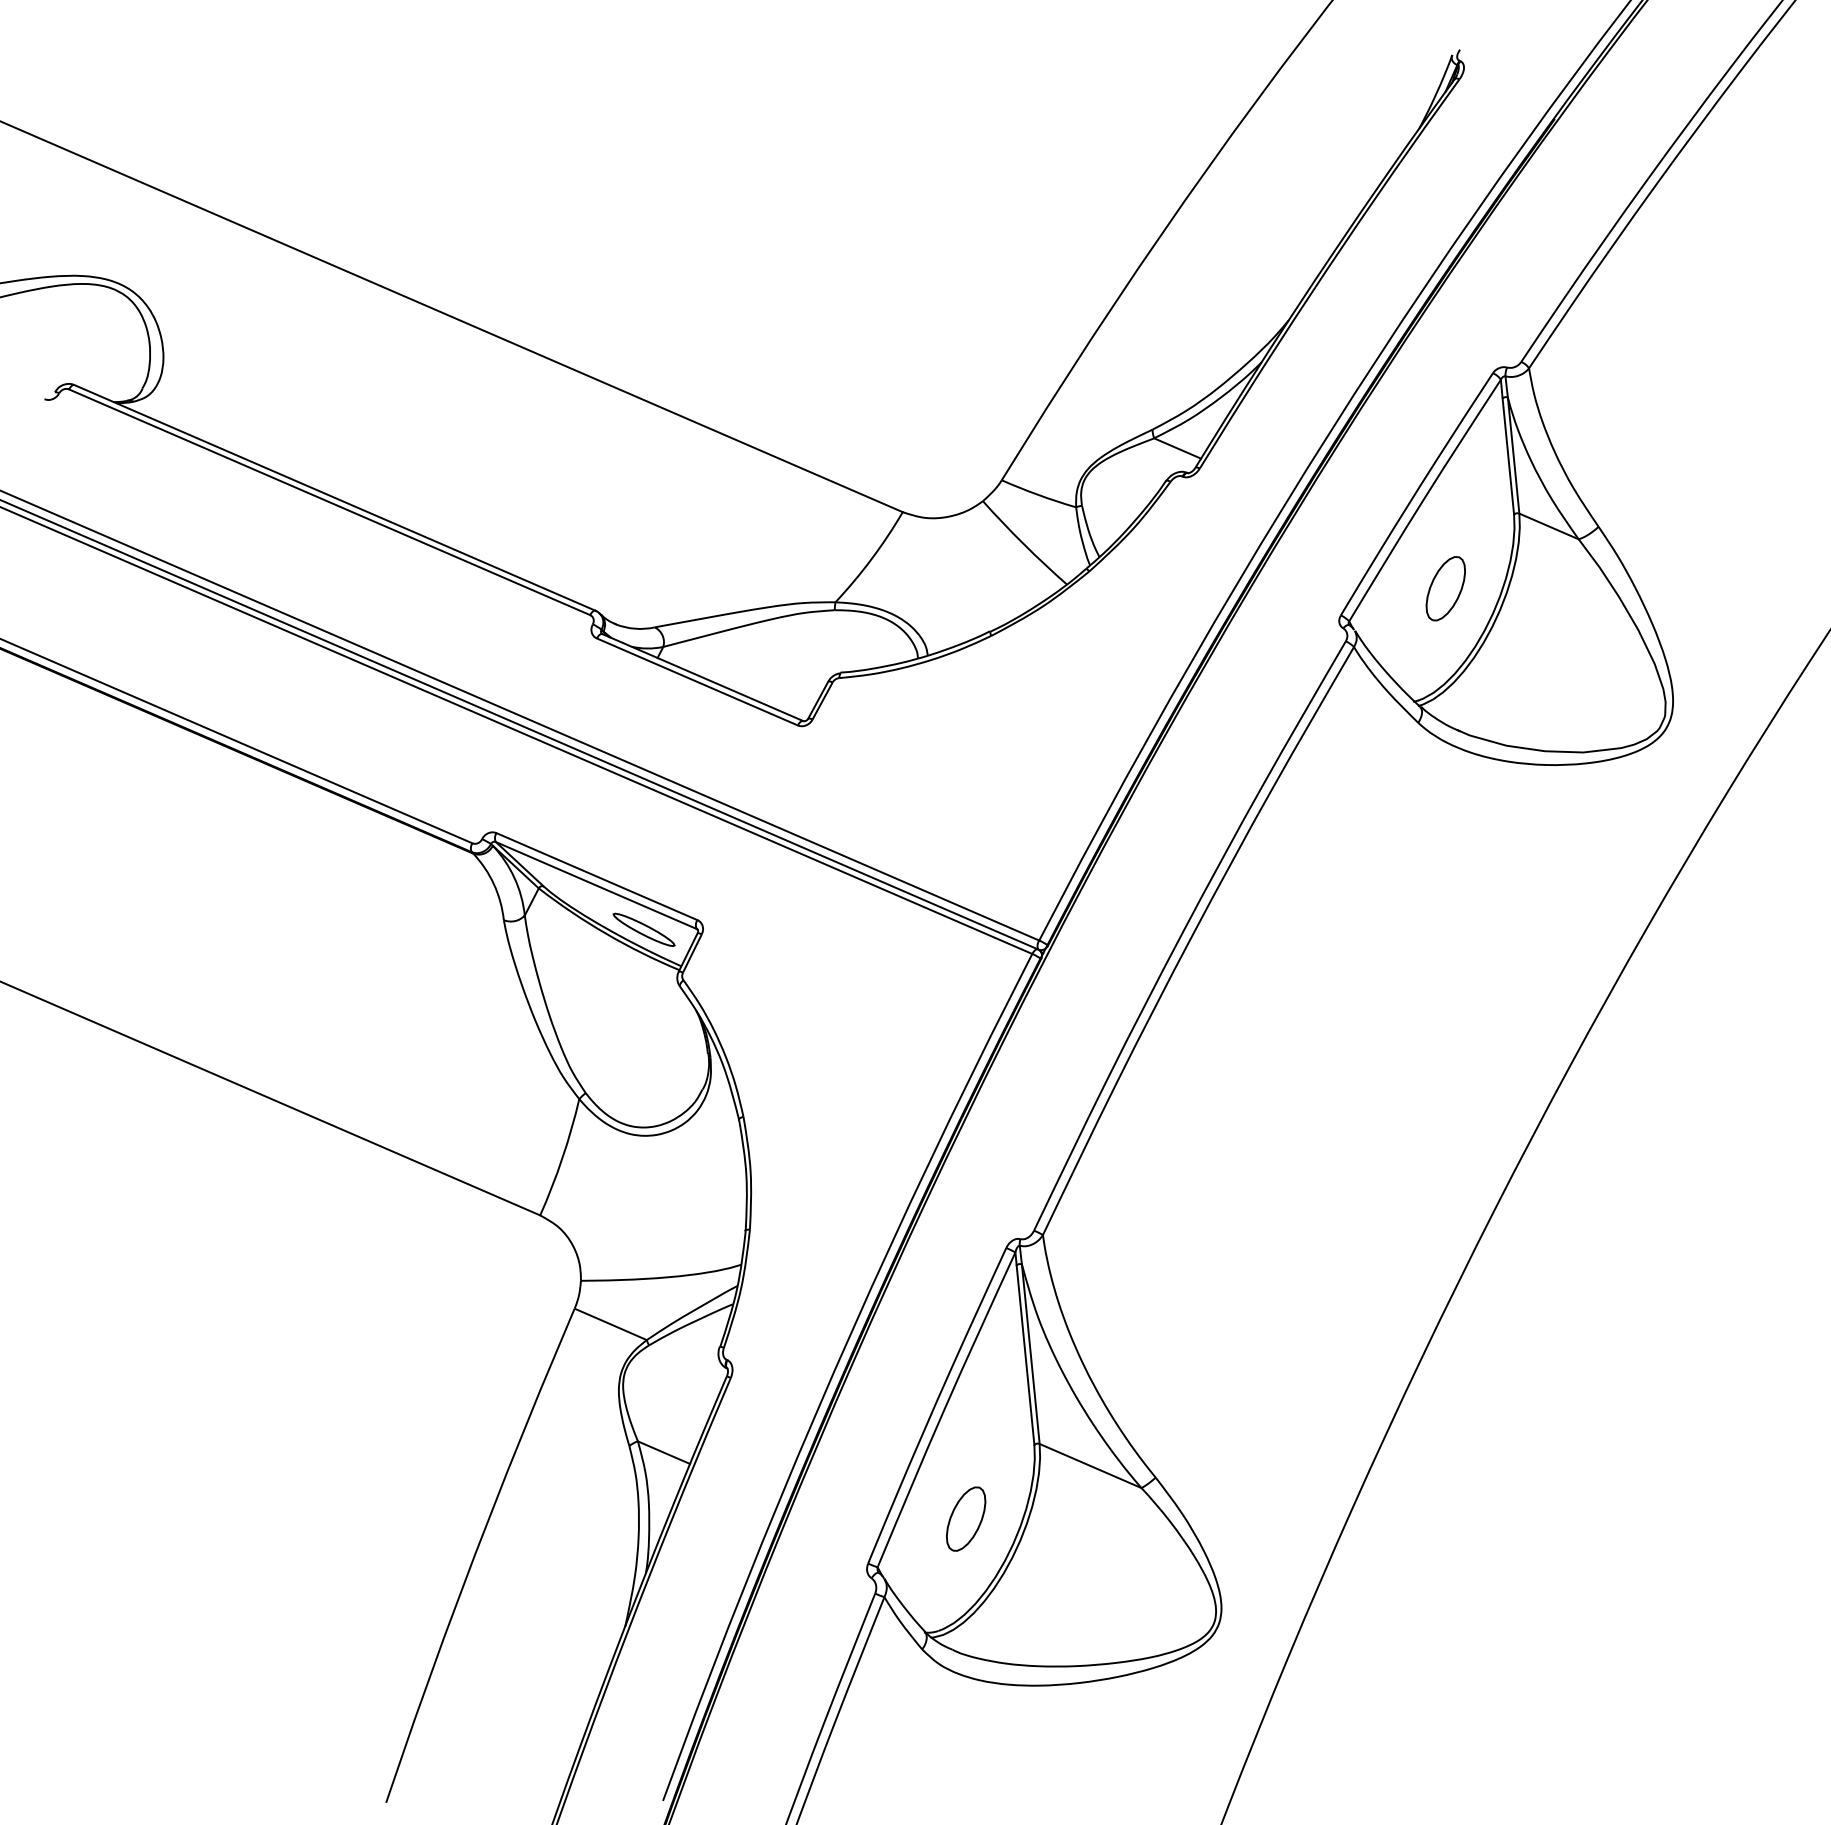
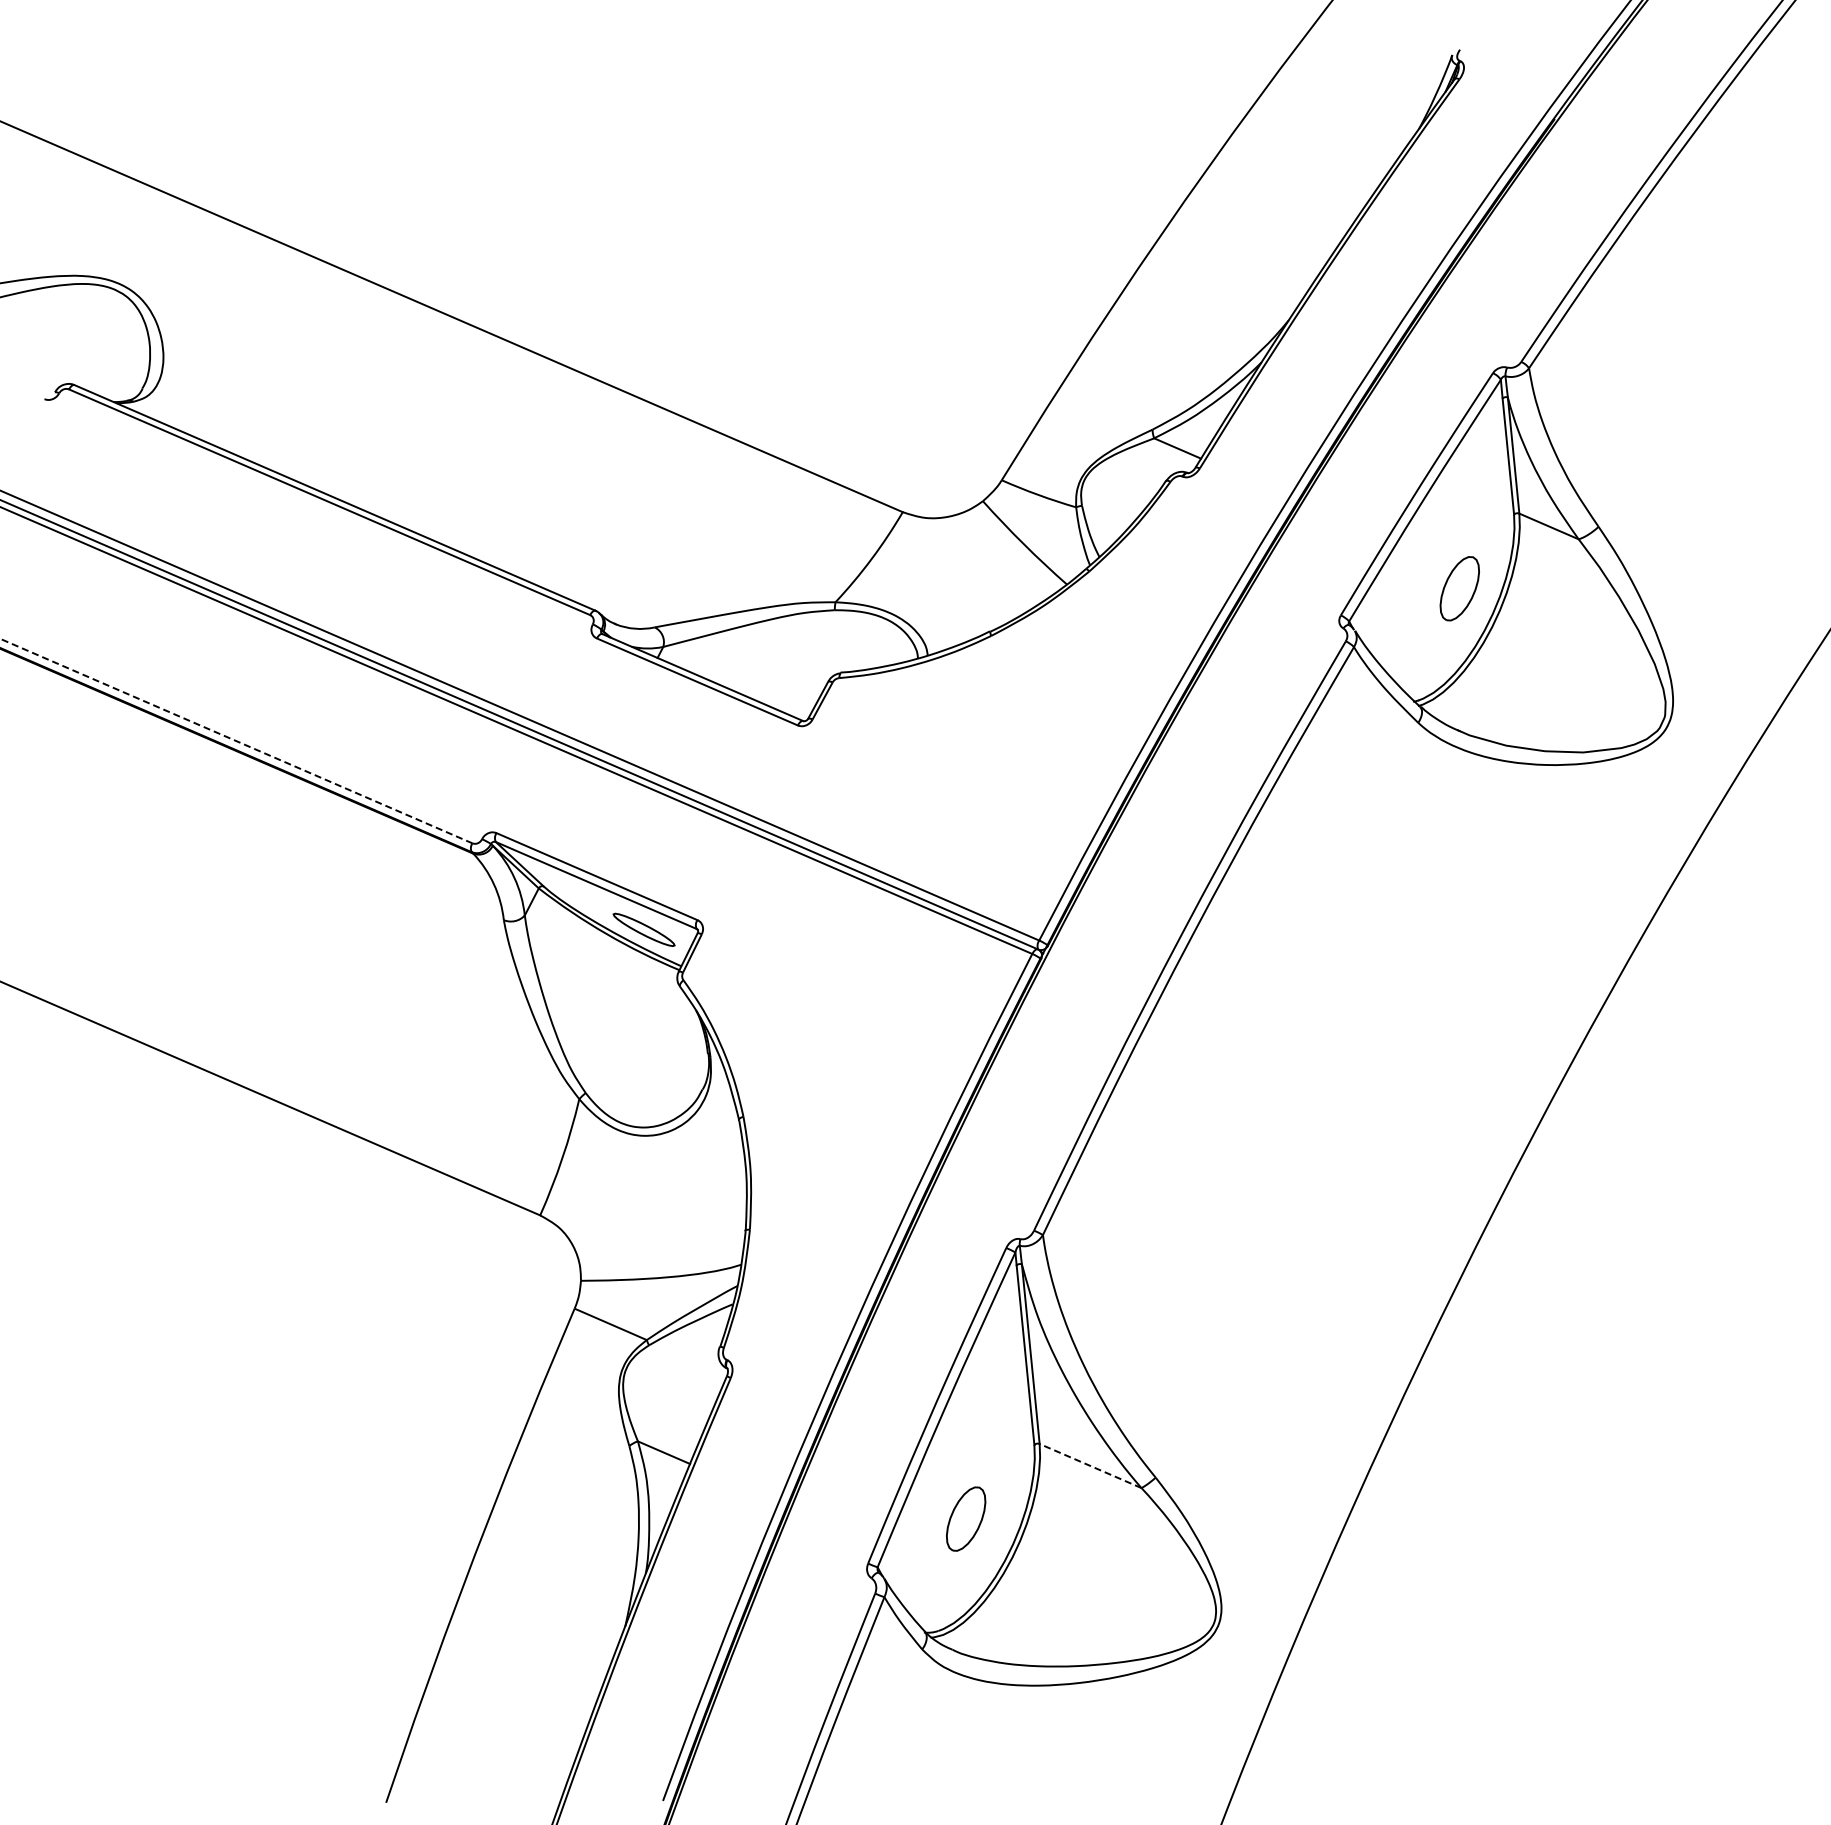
part at (1445, 588) position: (1445, 588) -> (1459, 588)
line at (236, 741): solid -> dashed
line at (1090, 1465): solid -> dashed
